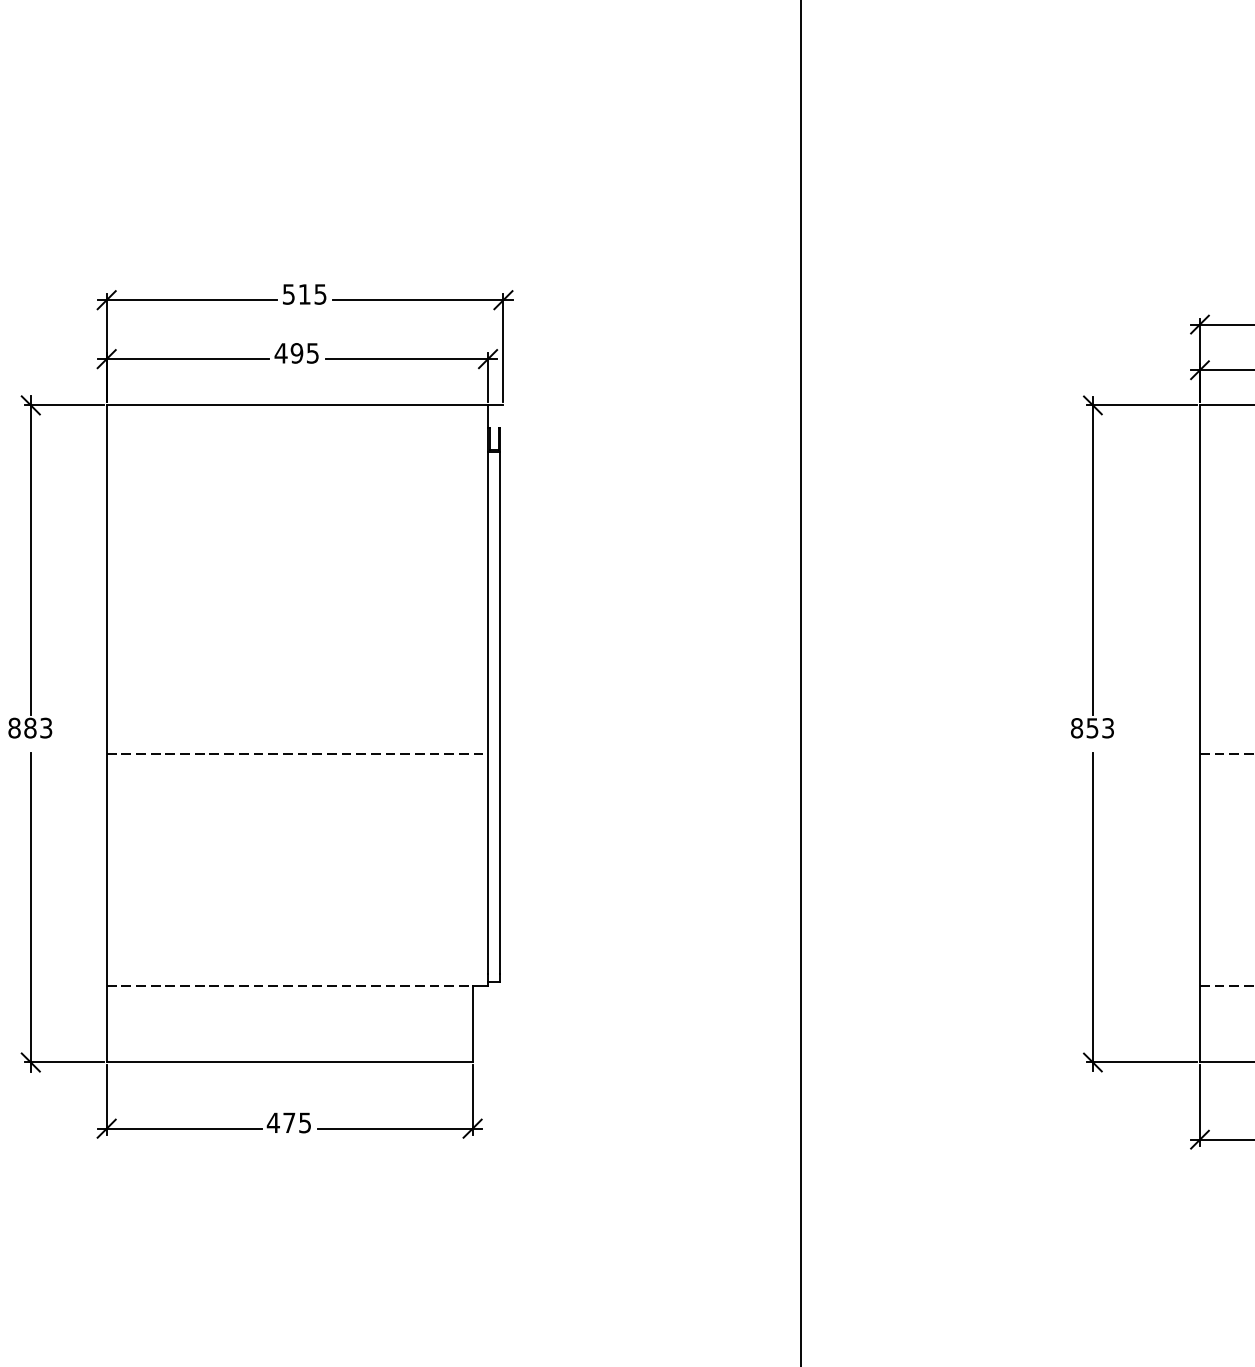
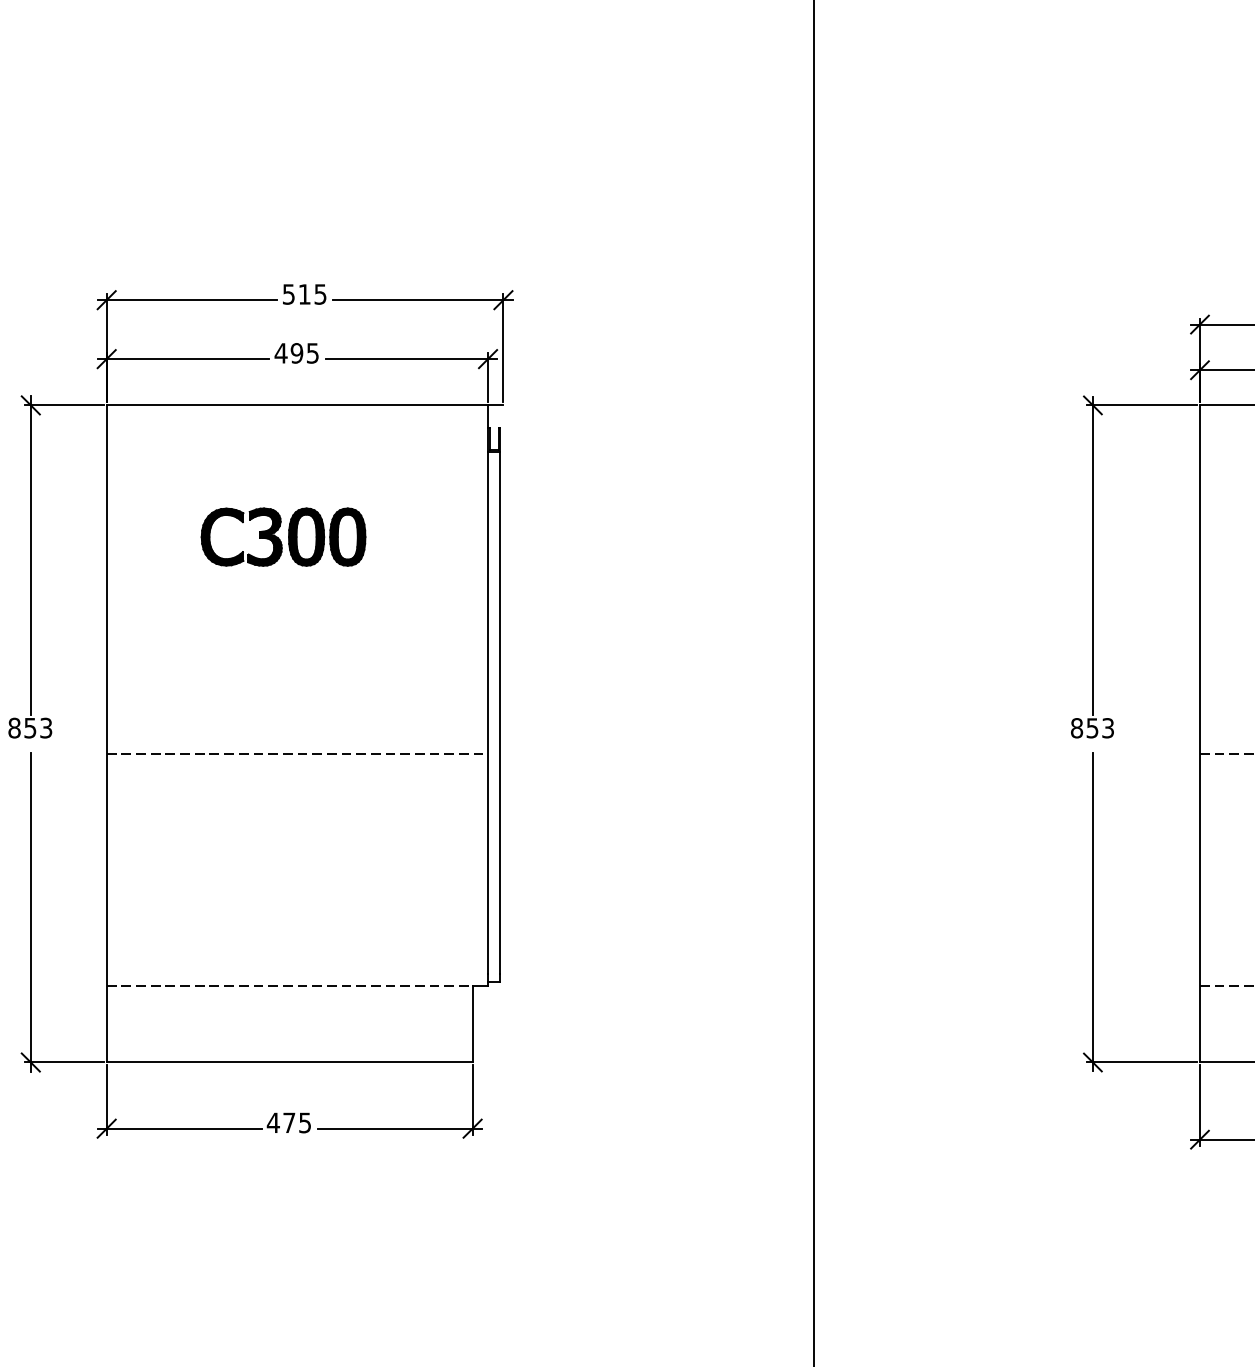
part at (283, 536): none -> present
line at (800, 682) position: (800, 682) -> (813, 682)
text at (30, 727): 883 -> 853
